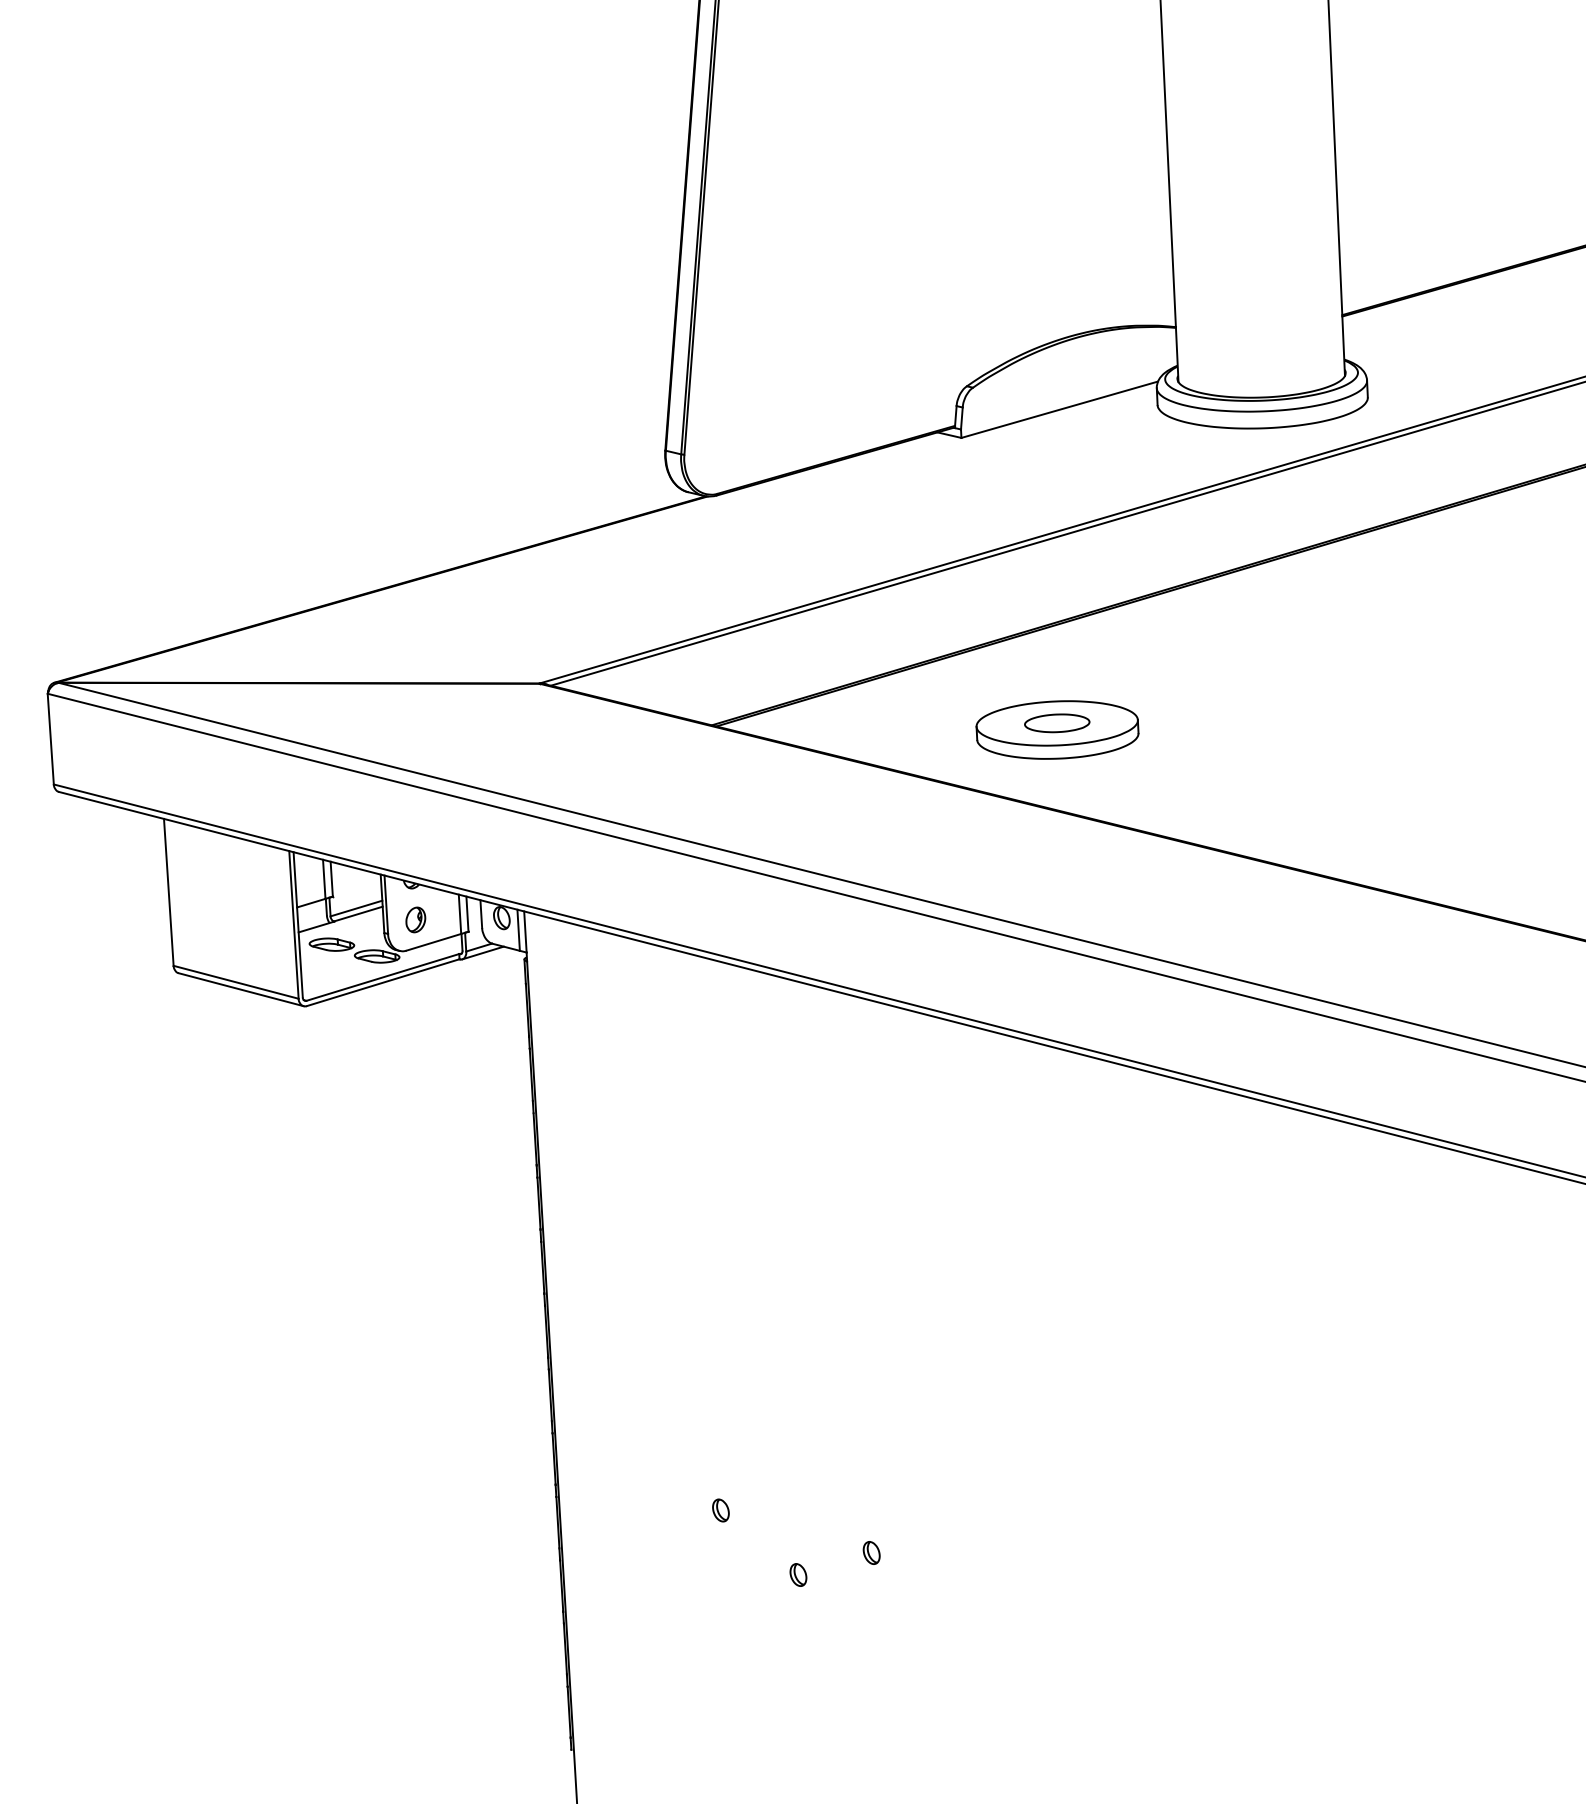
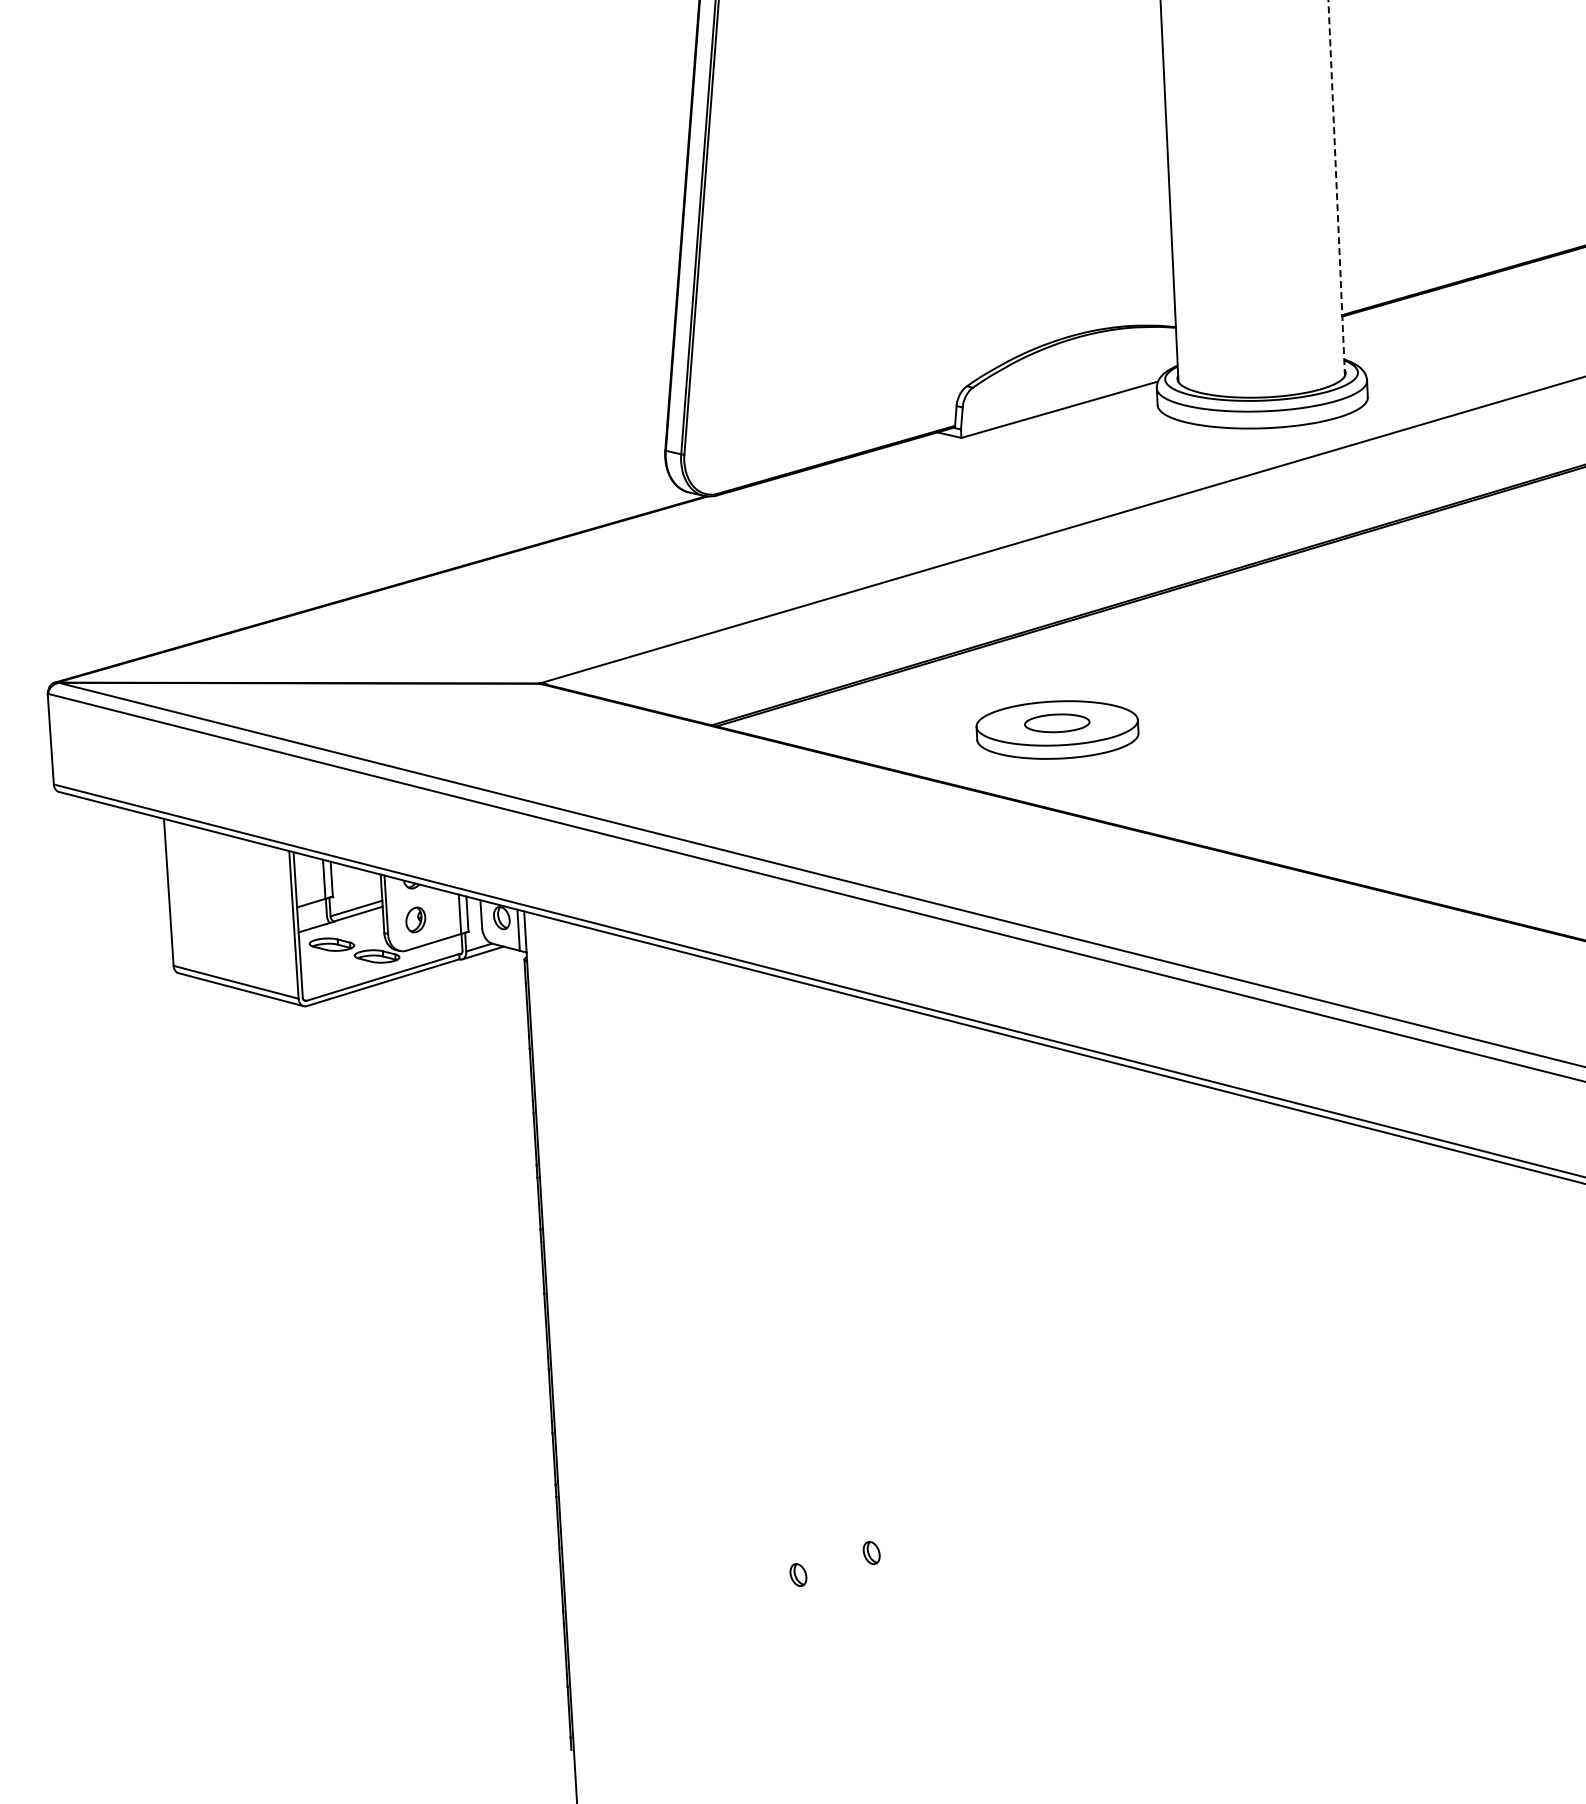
line at (1336, 188): solid -> dashed
line at (1066, 533): present -> none
part at (720, 1510): present -> none
